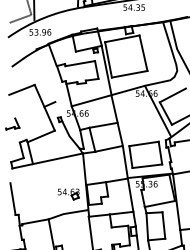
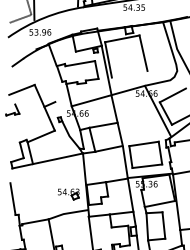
line at (129, 73): present -> none
part at (12, 123) position: (12, 123) -> (12, 109)
